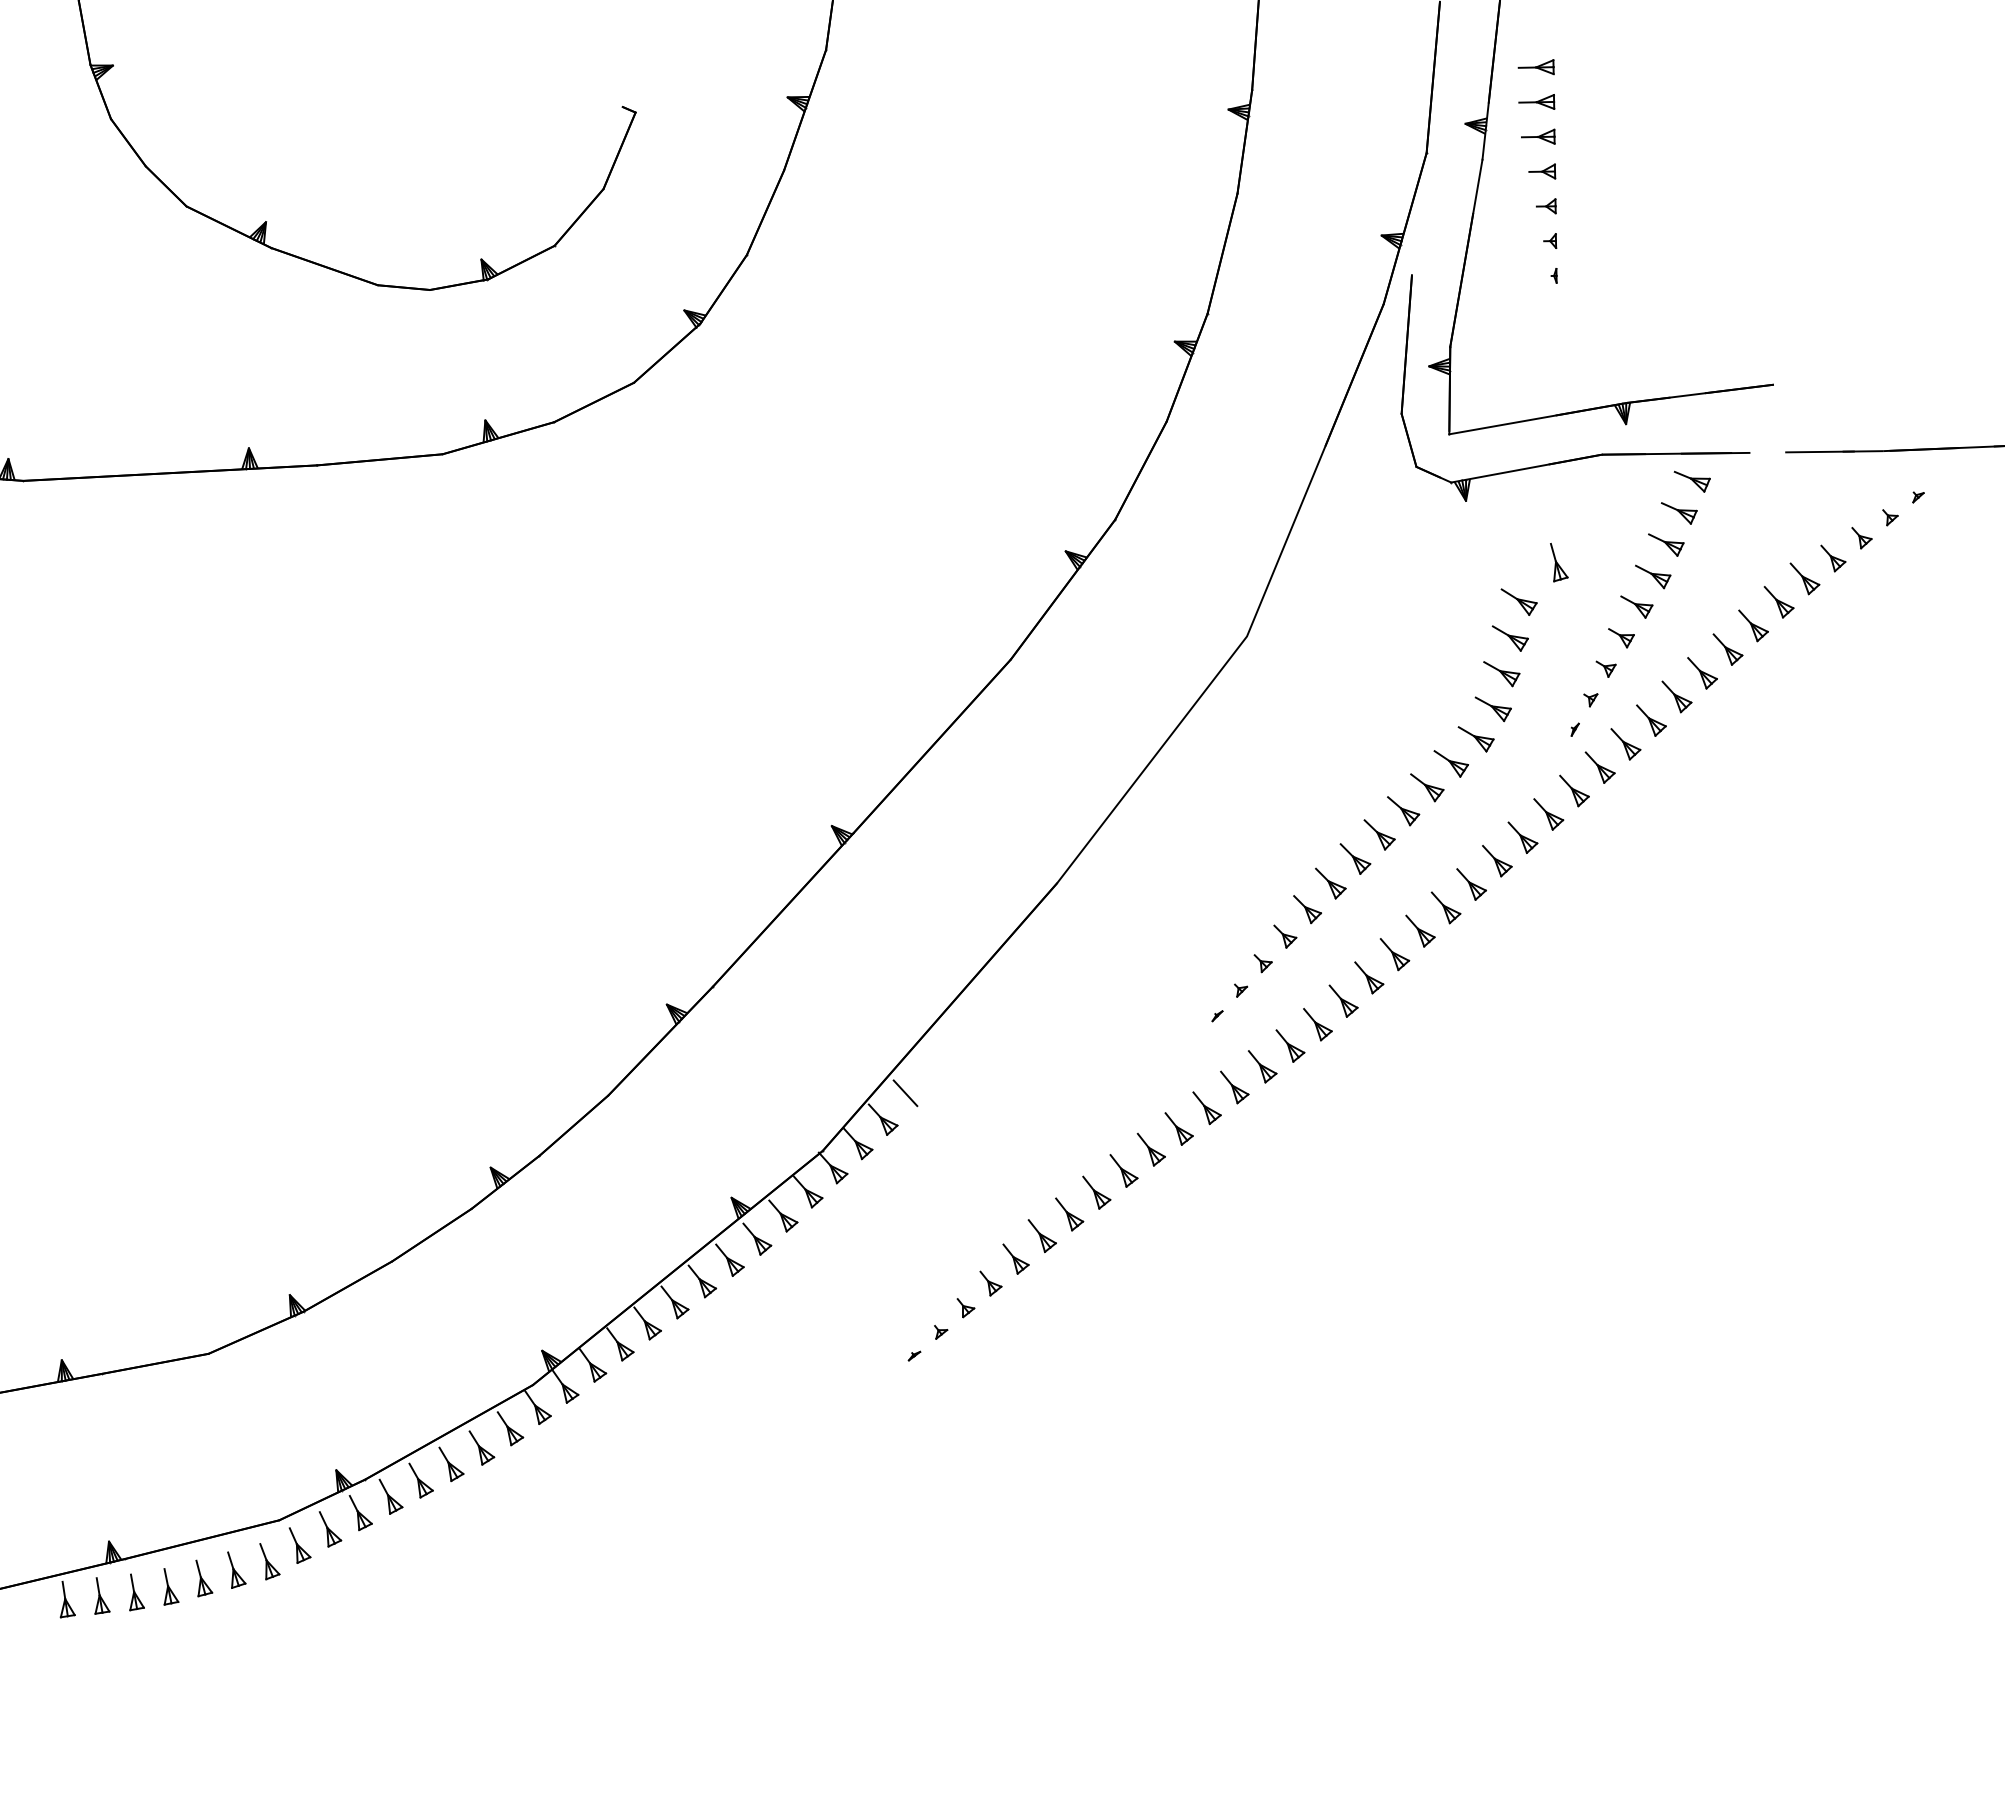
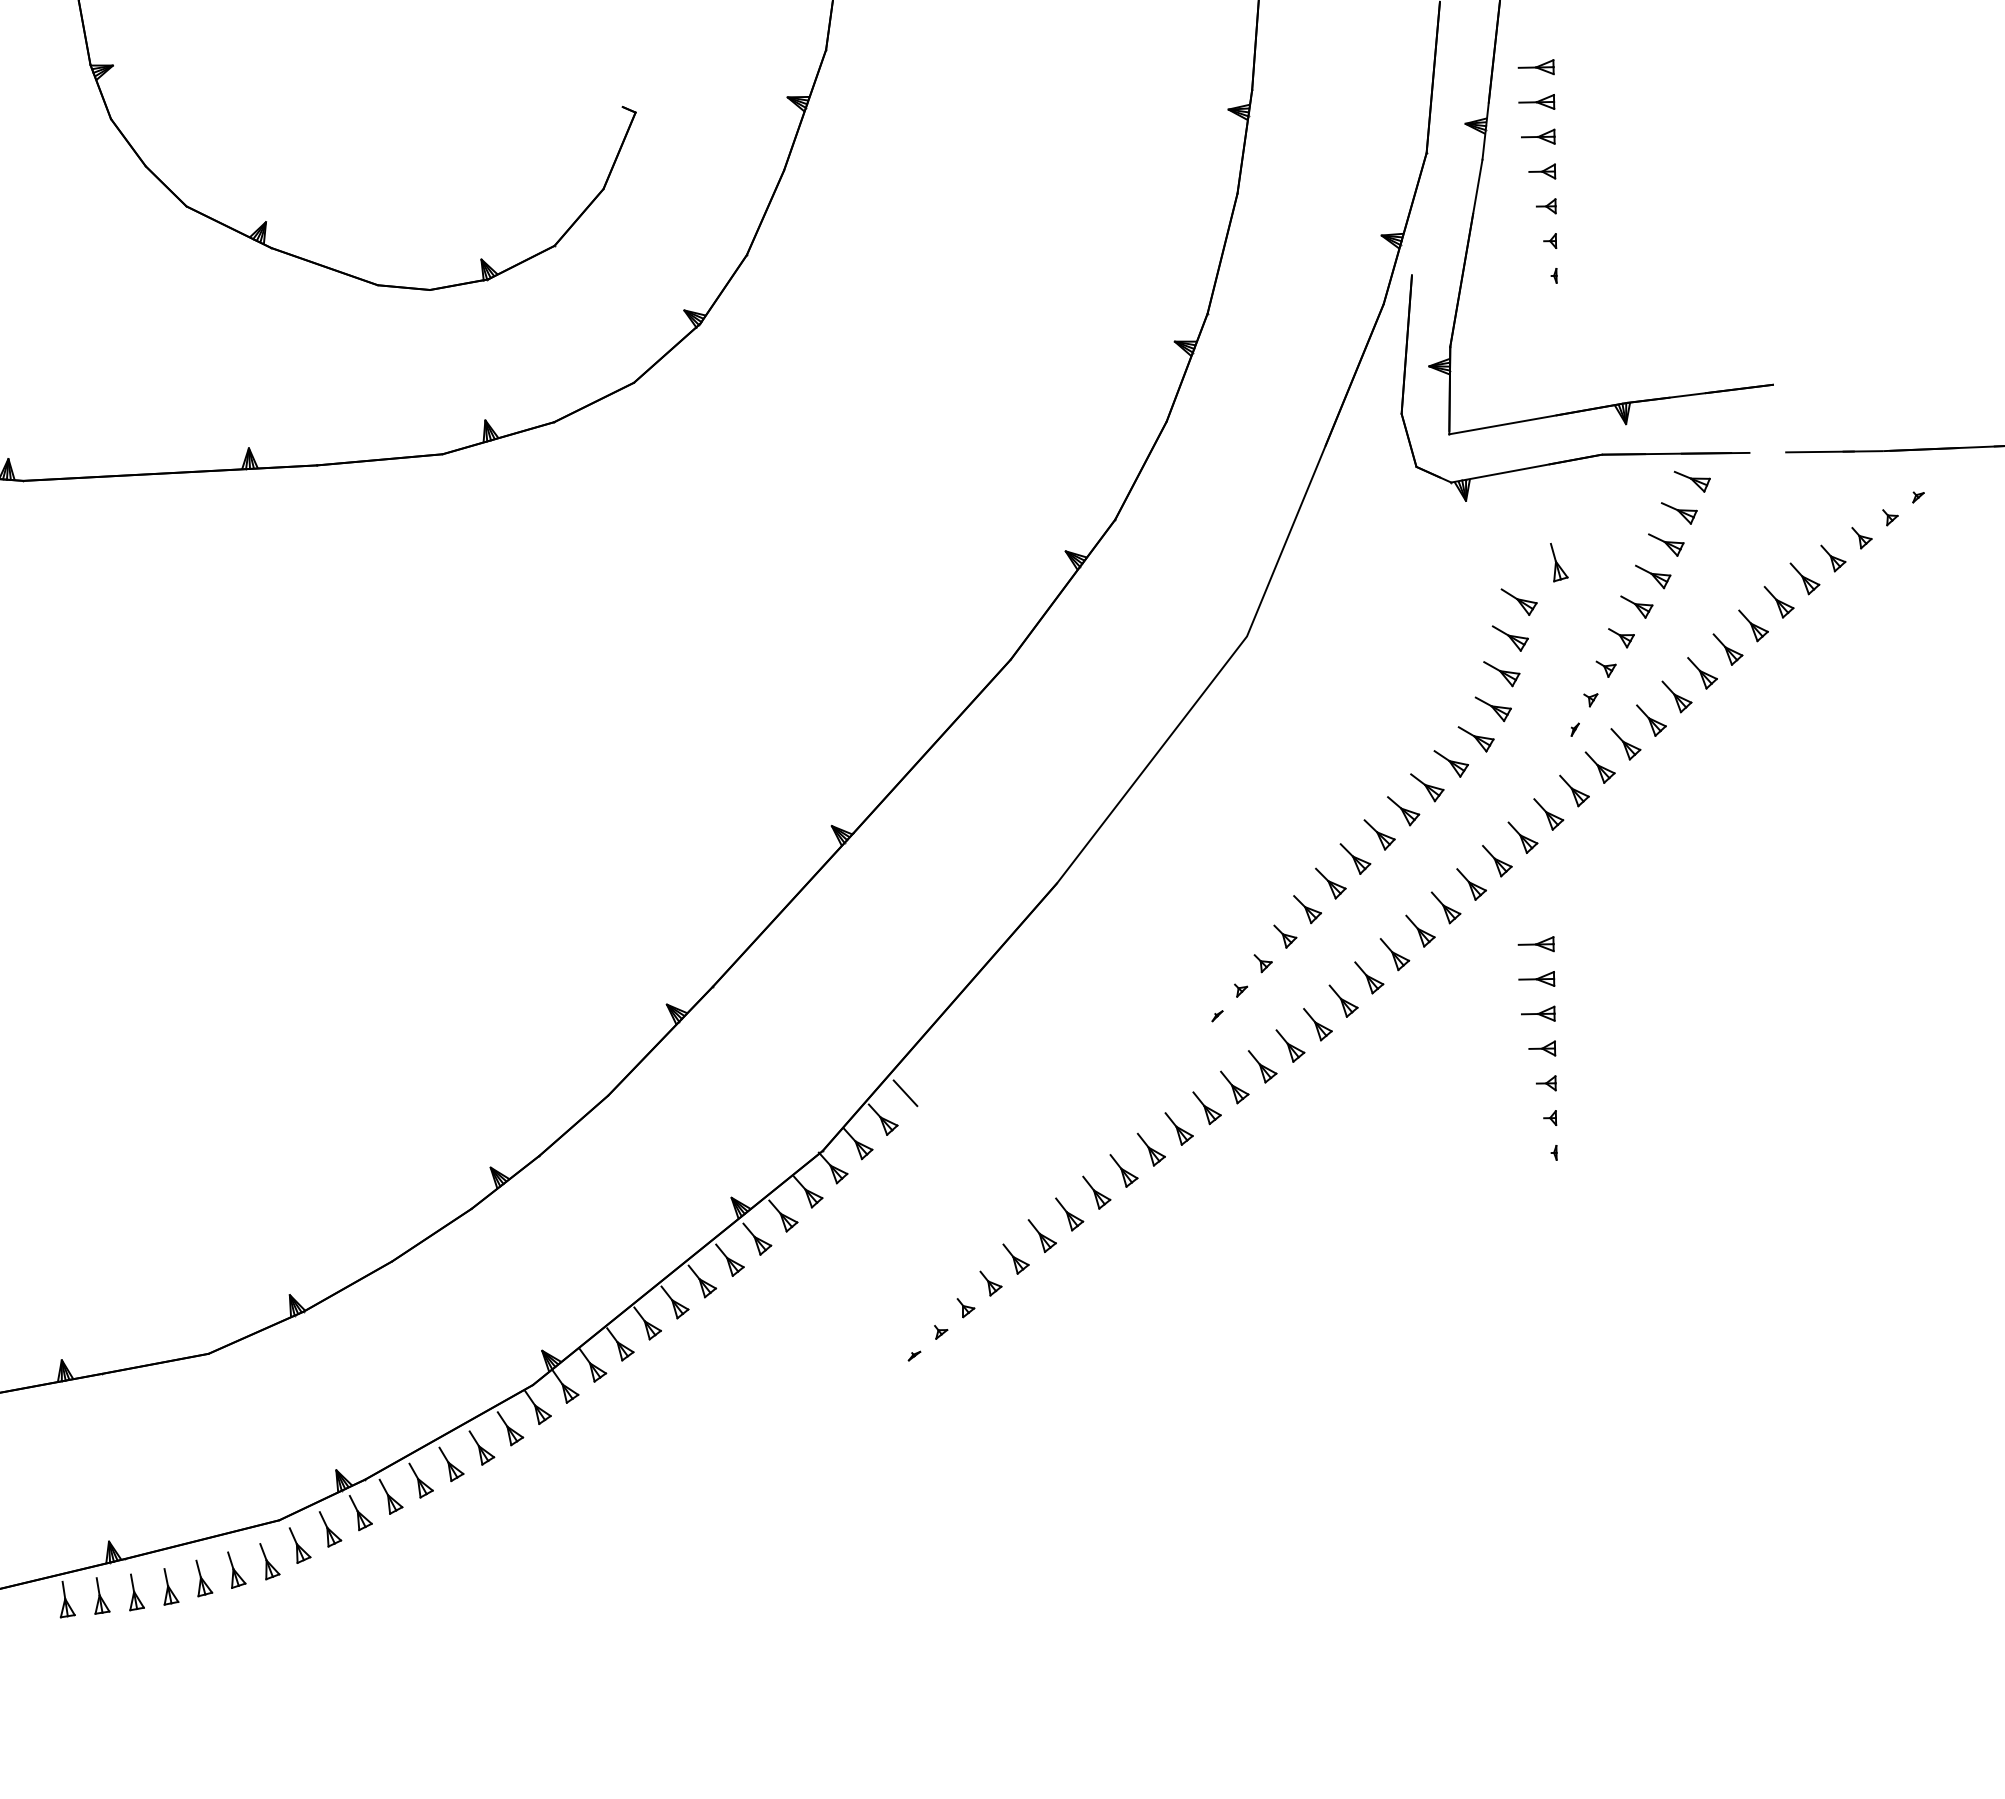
part at (1537, 1048): none -> present
